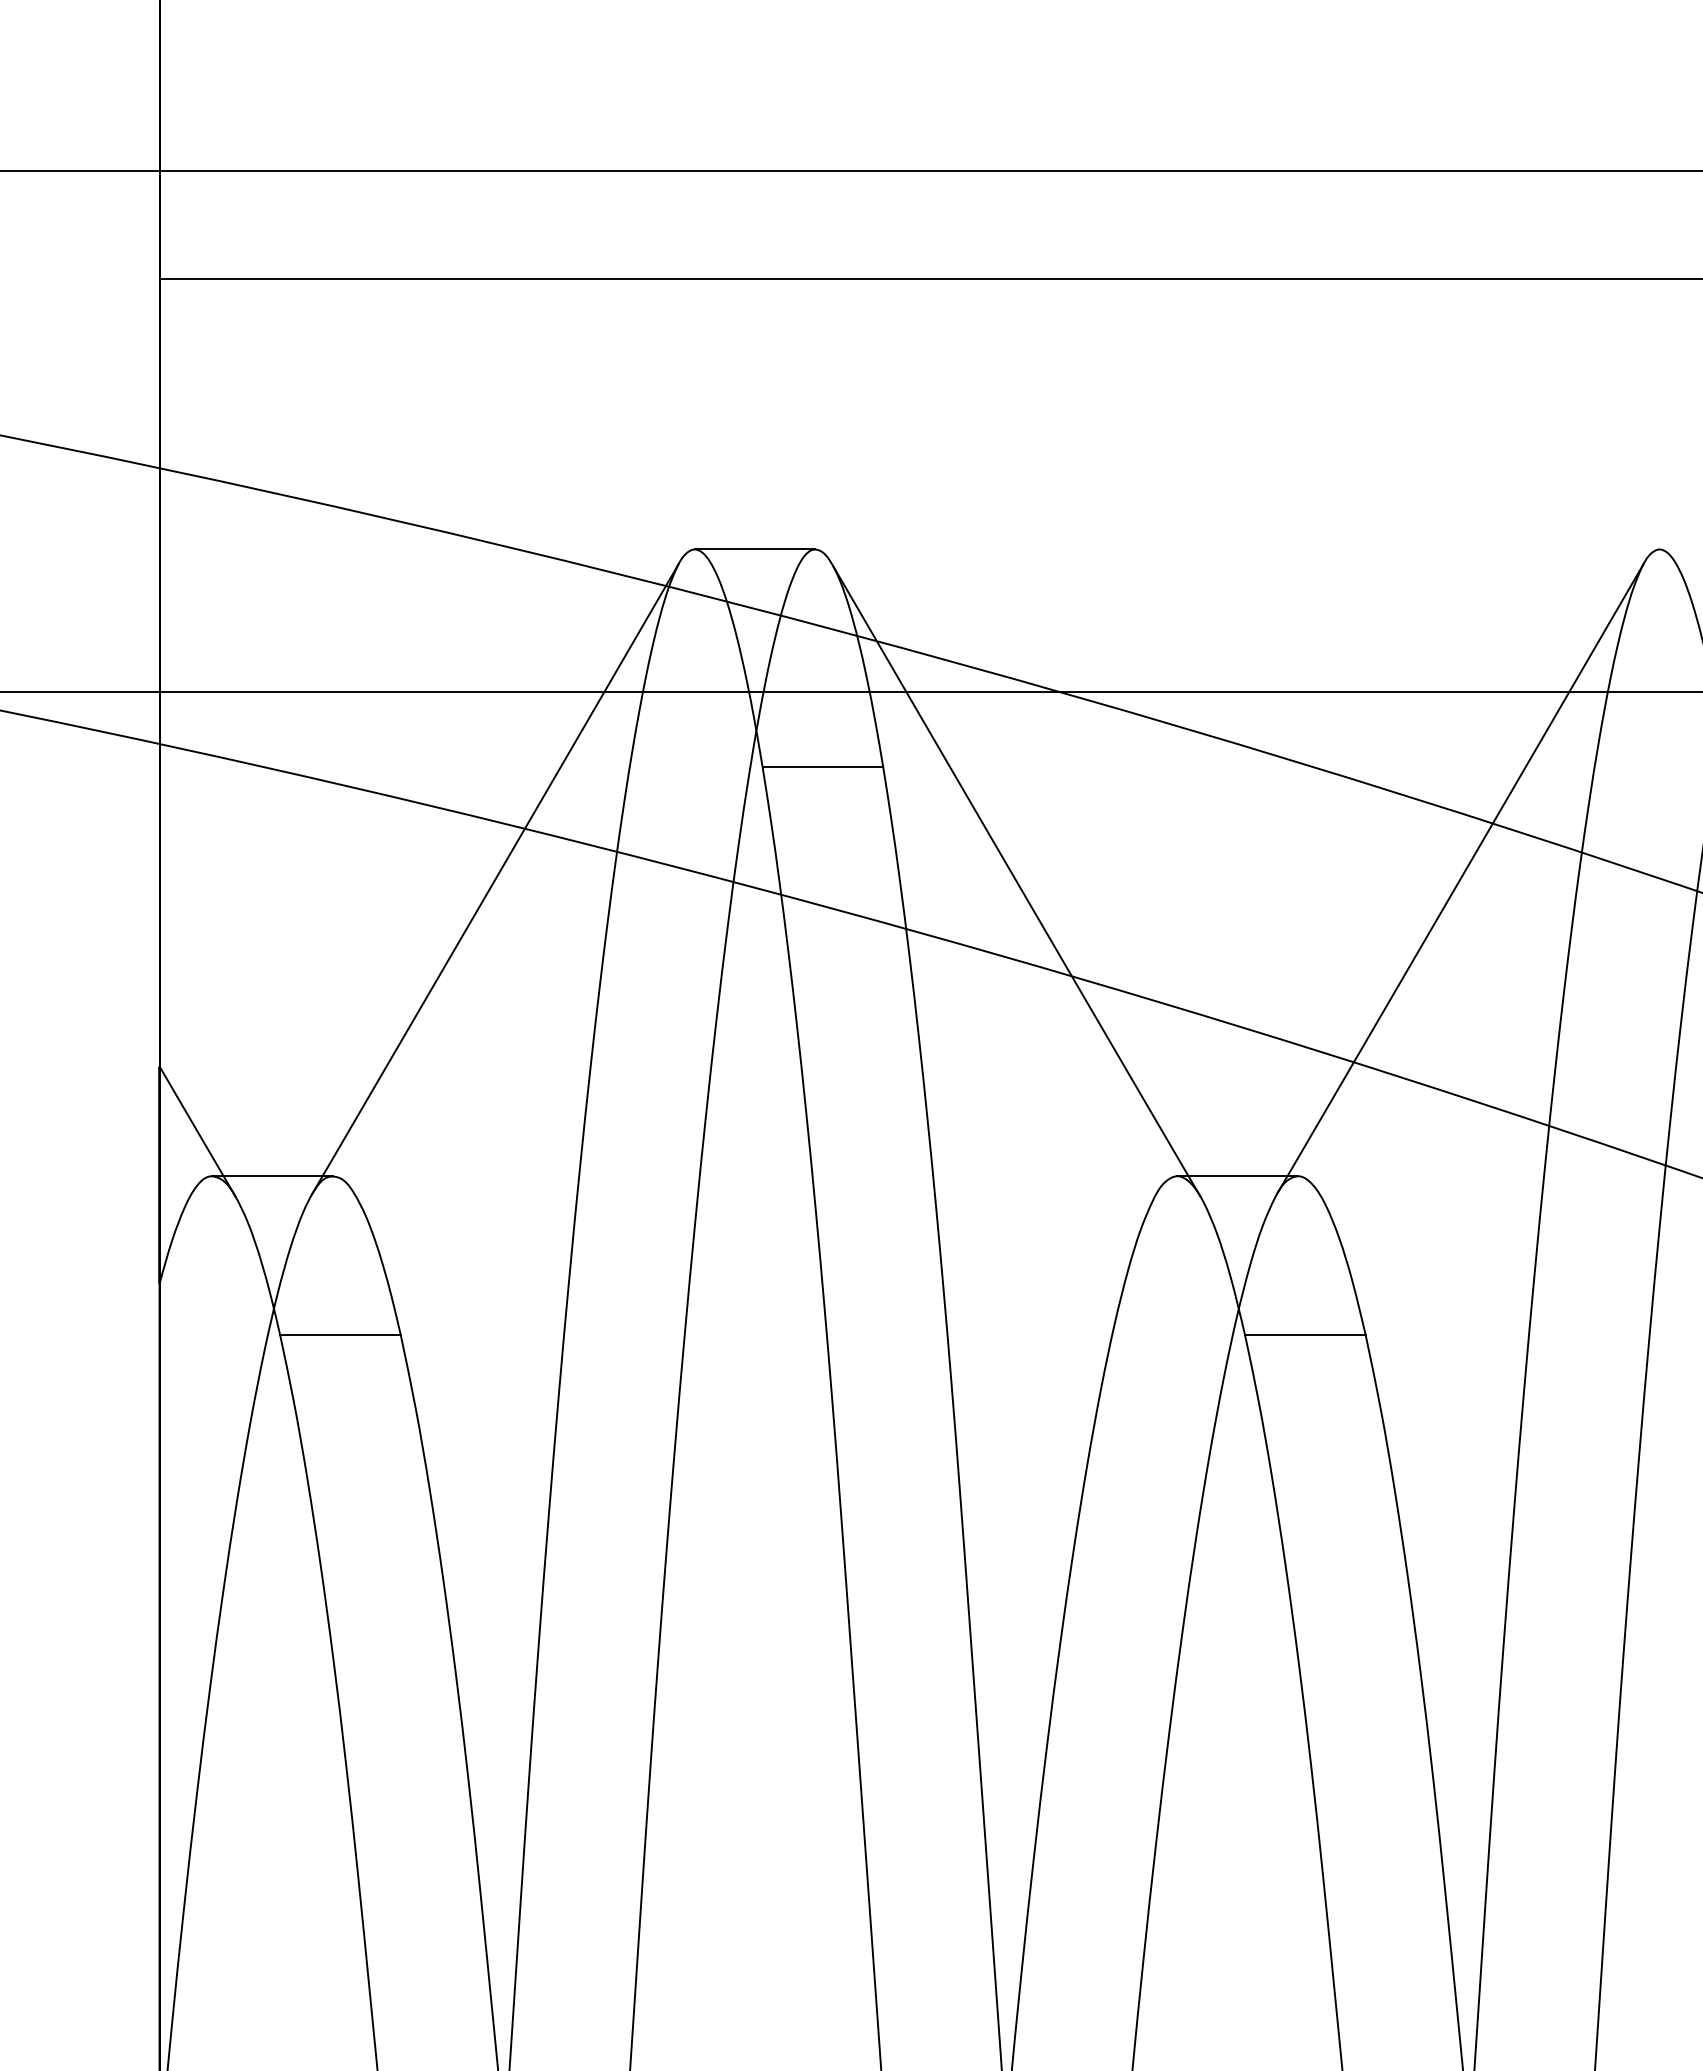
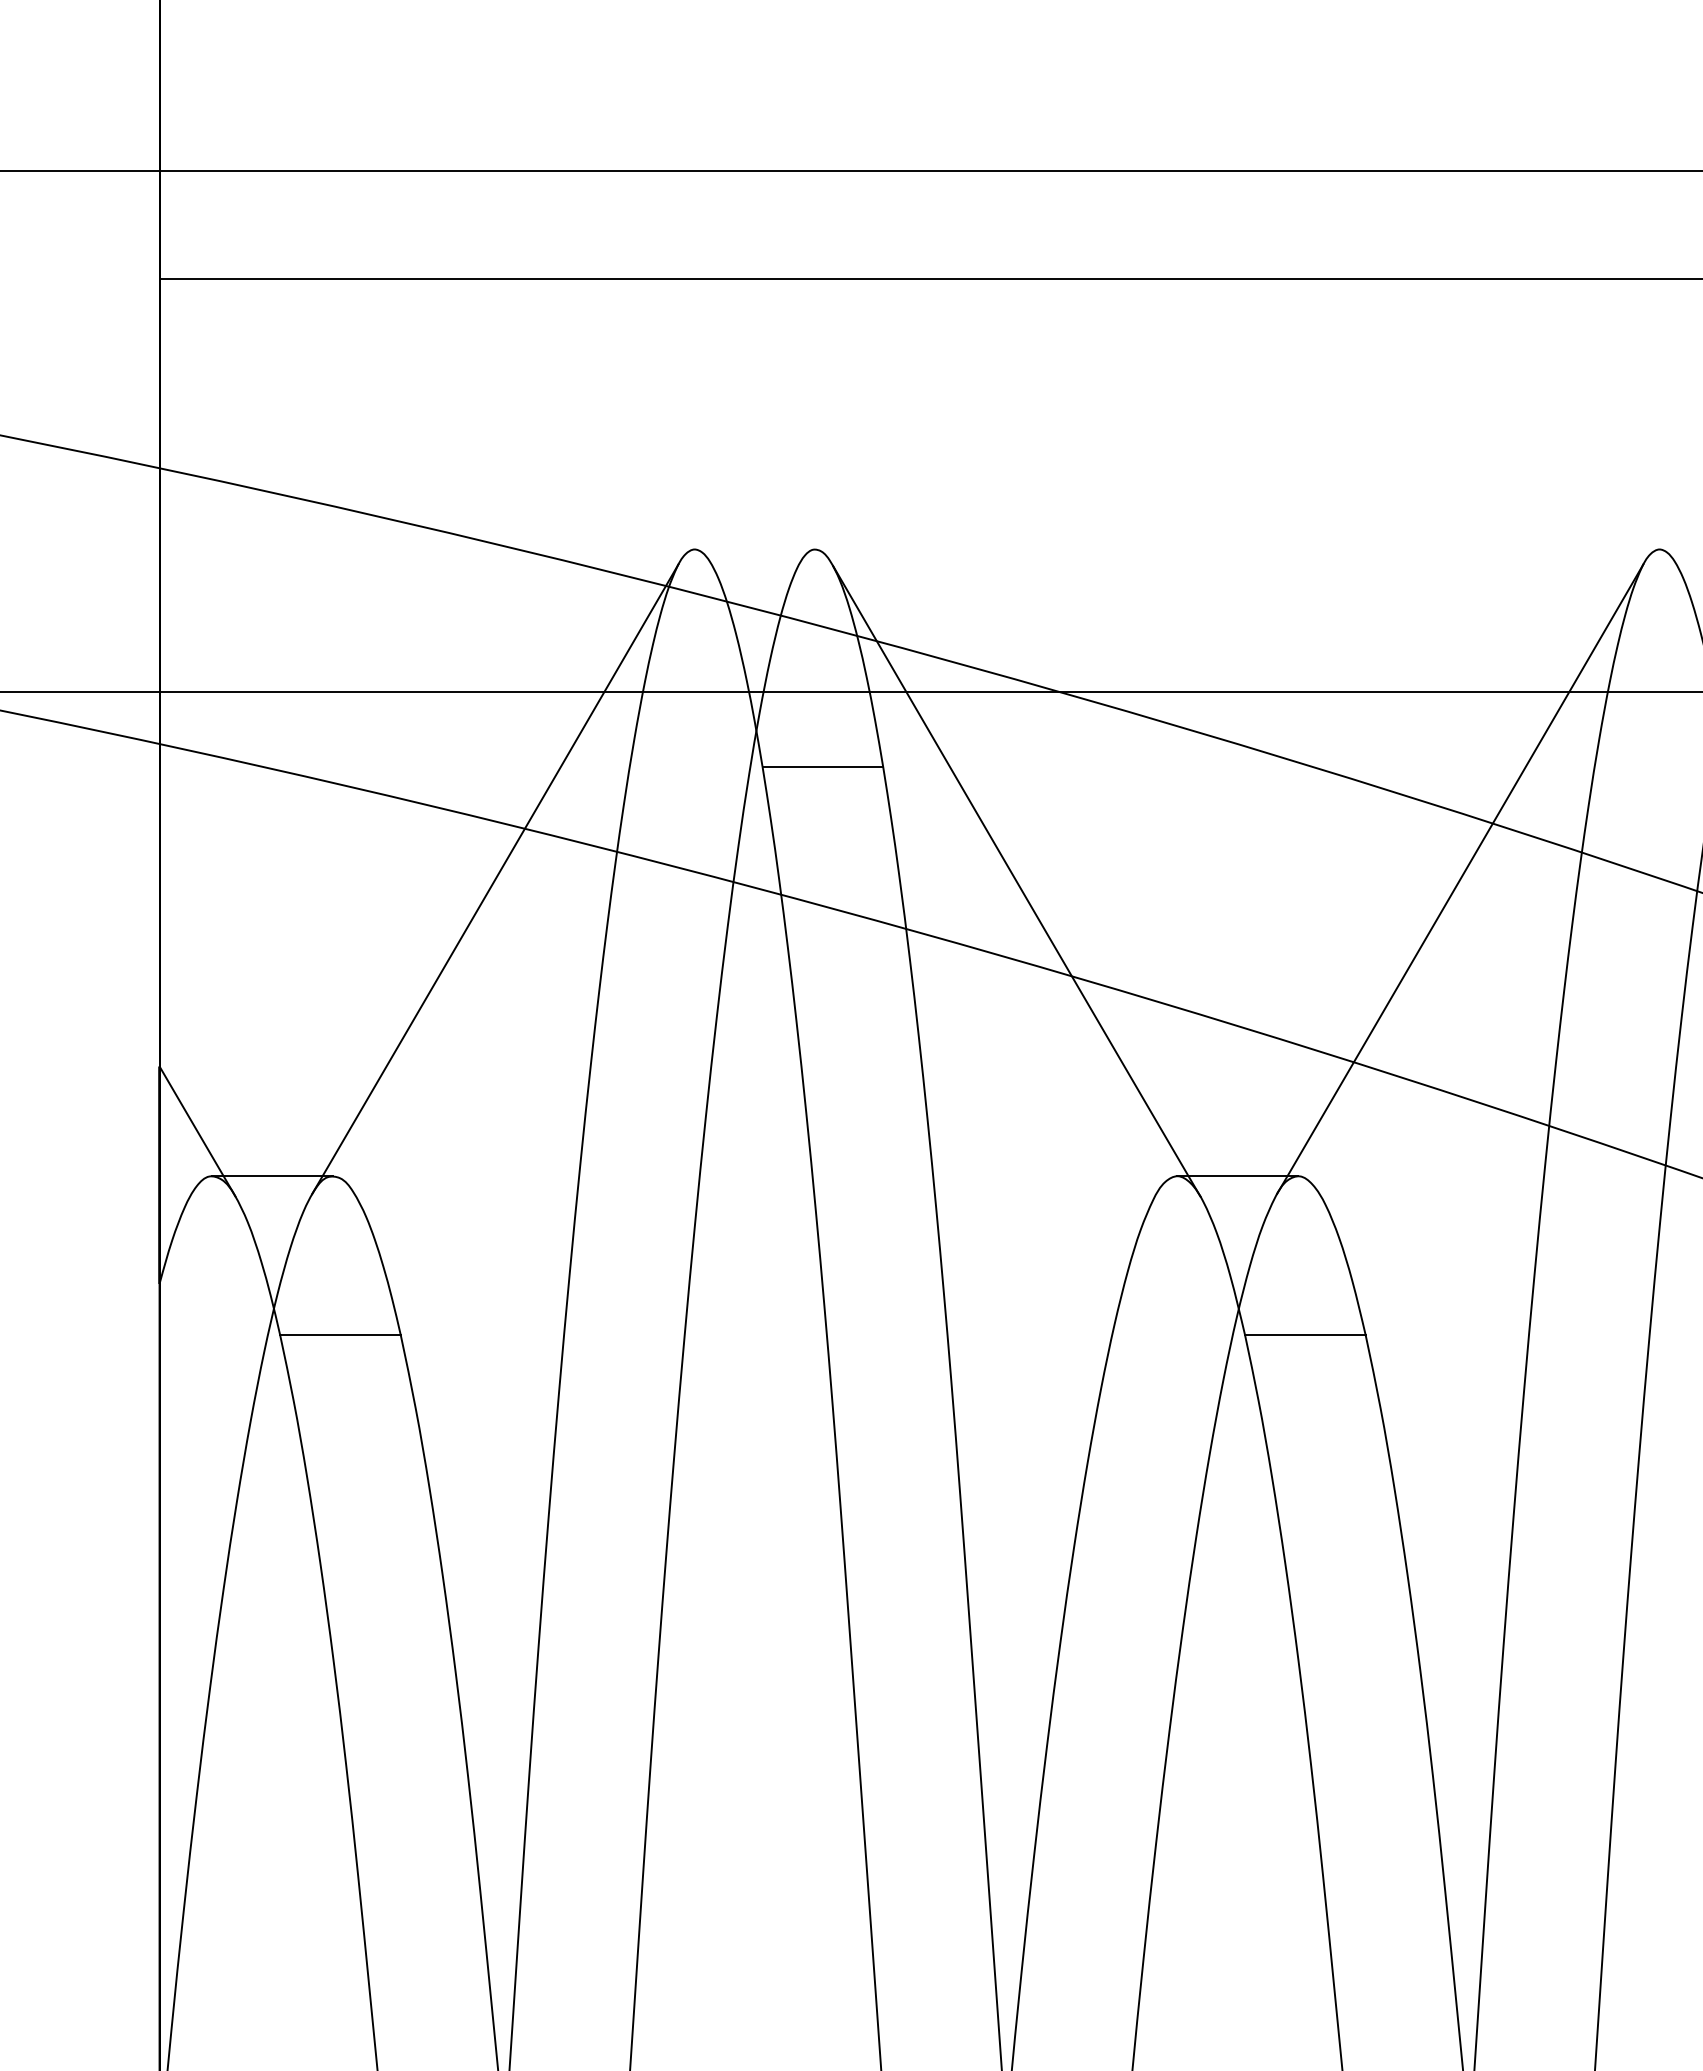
line at (754, 549): present -> none
